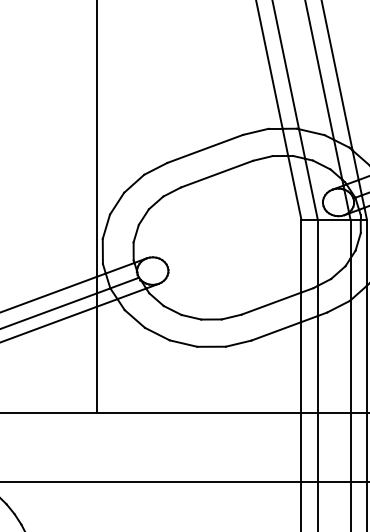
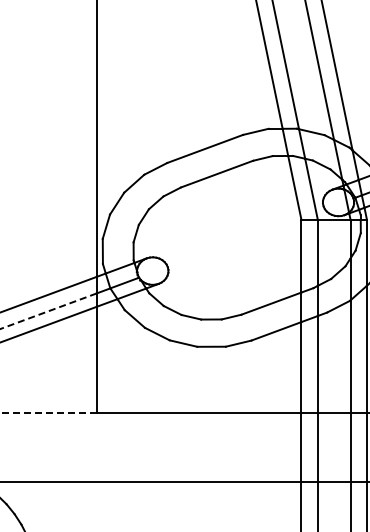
line at (48, 311): solid -> dashed
line at (47, 413): solid -> dashed
